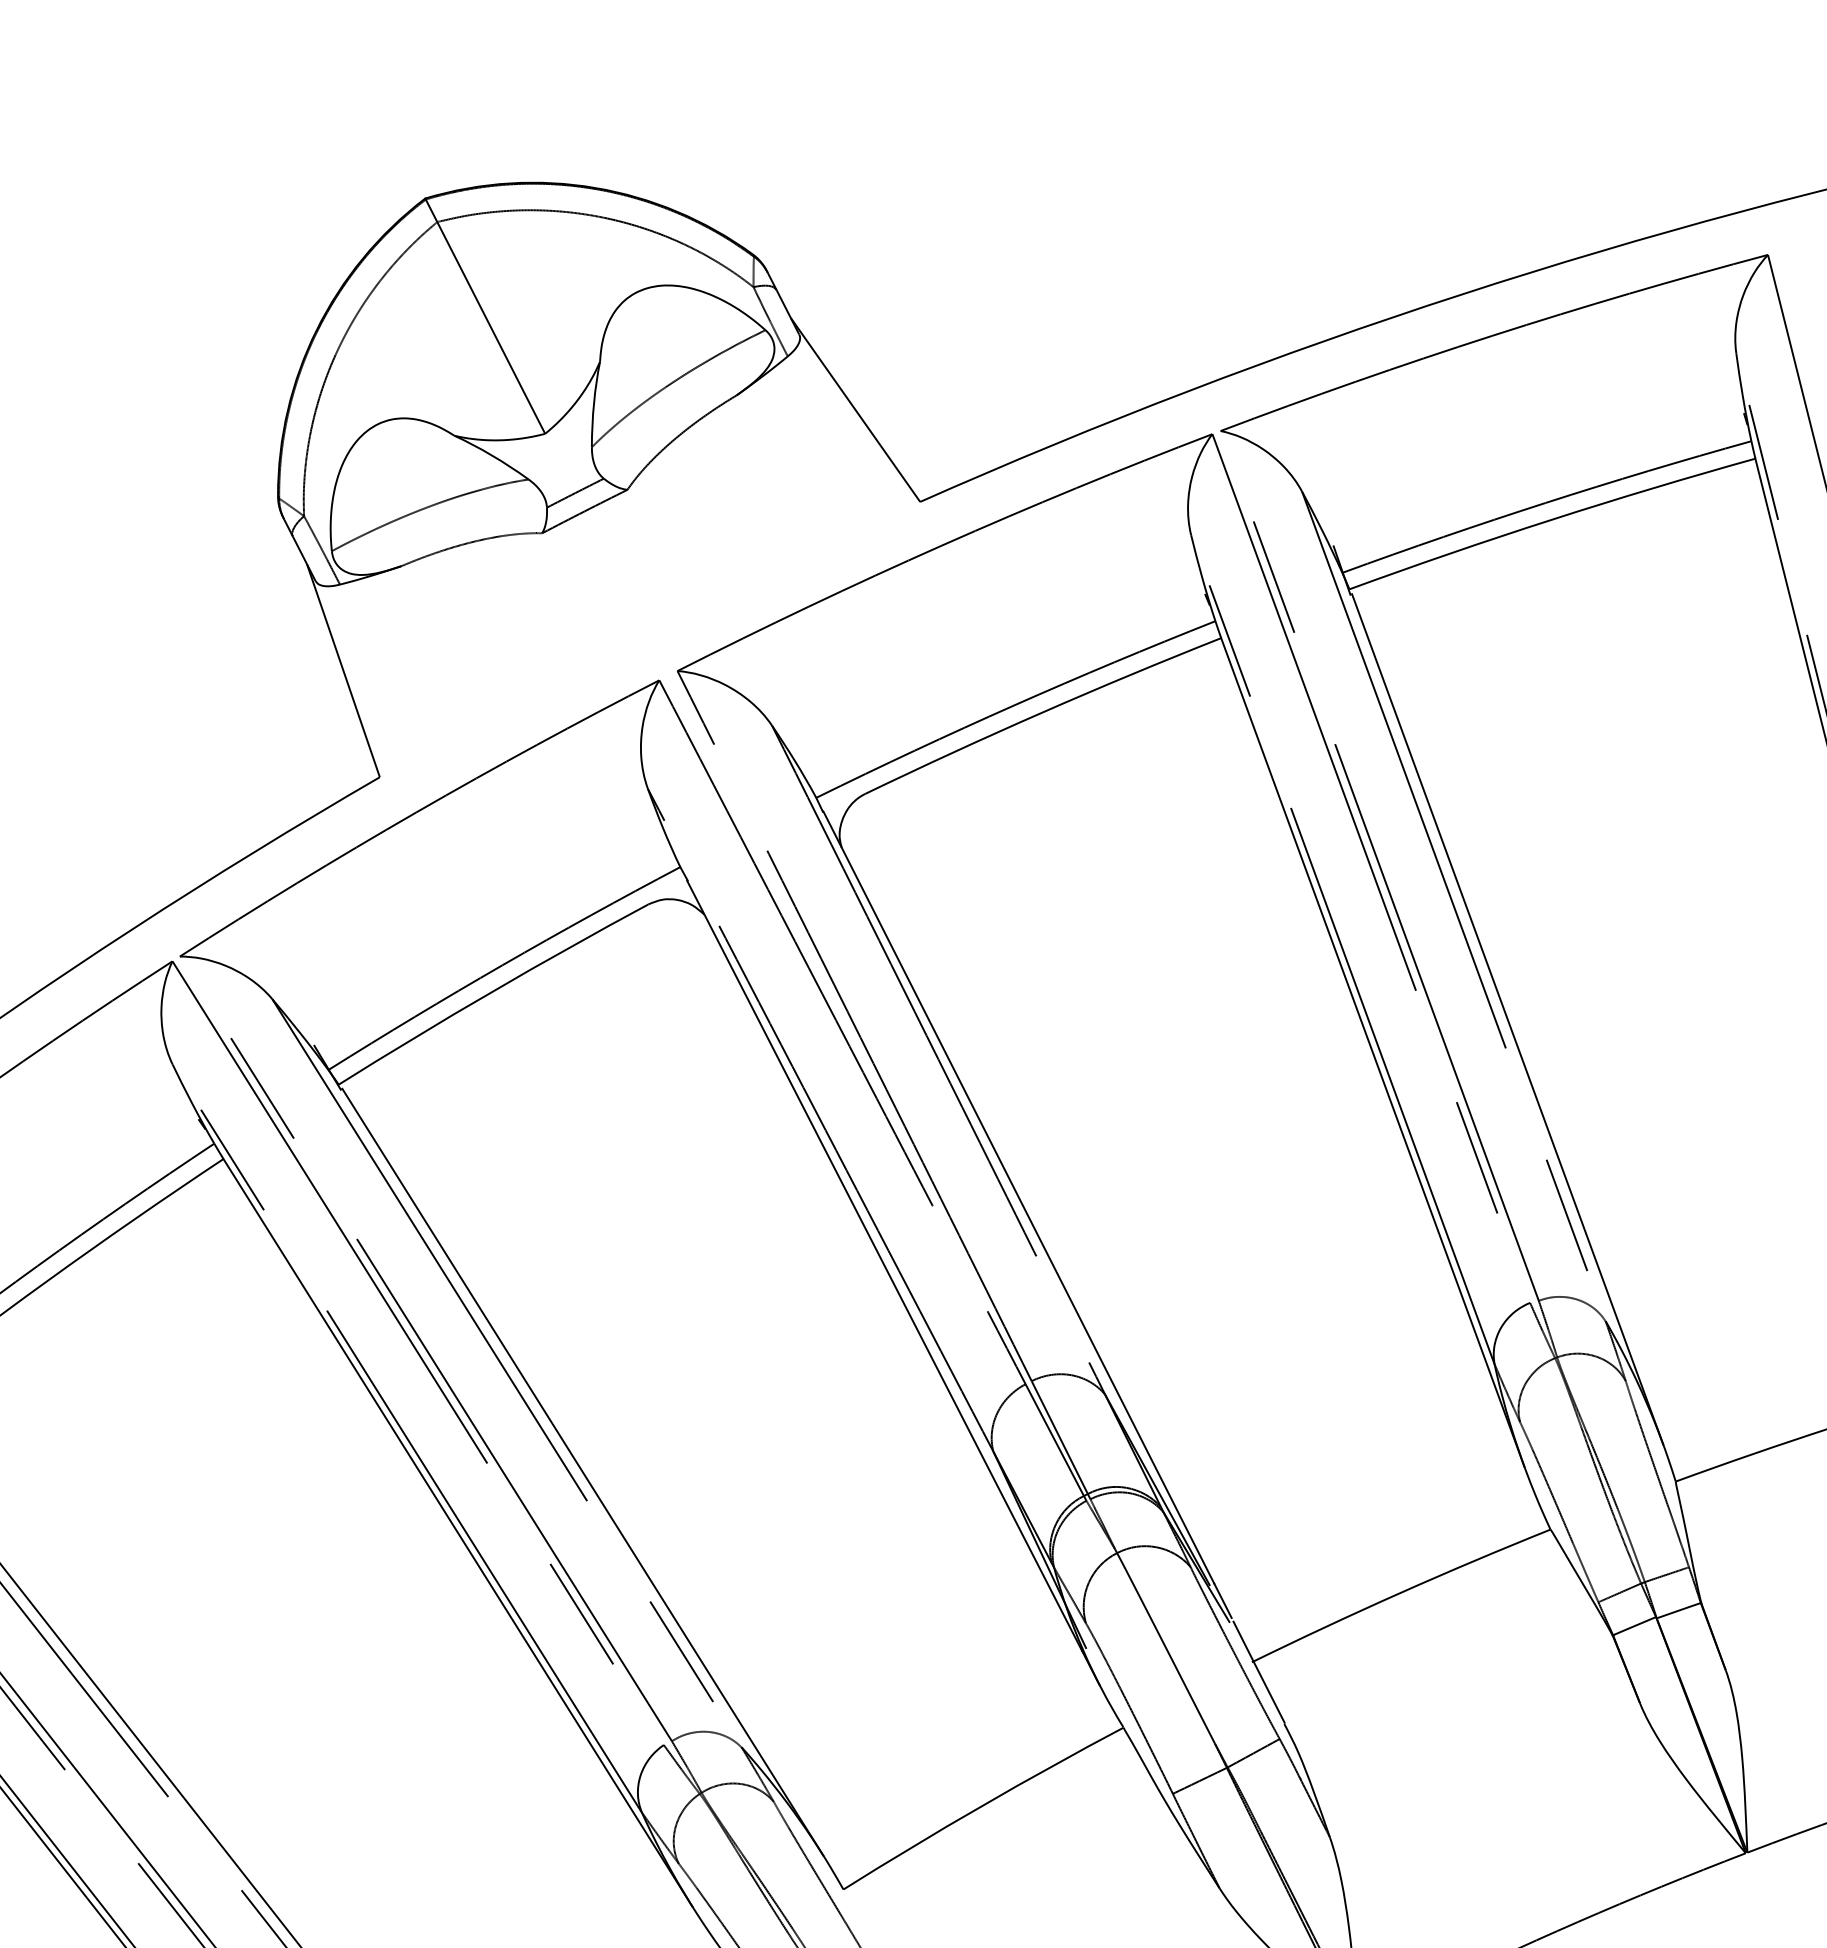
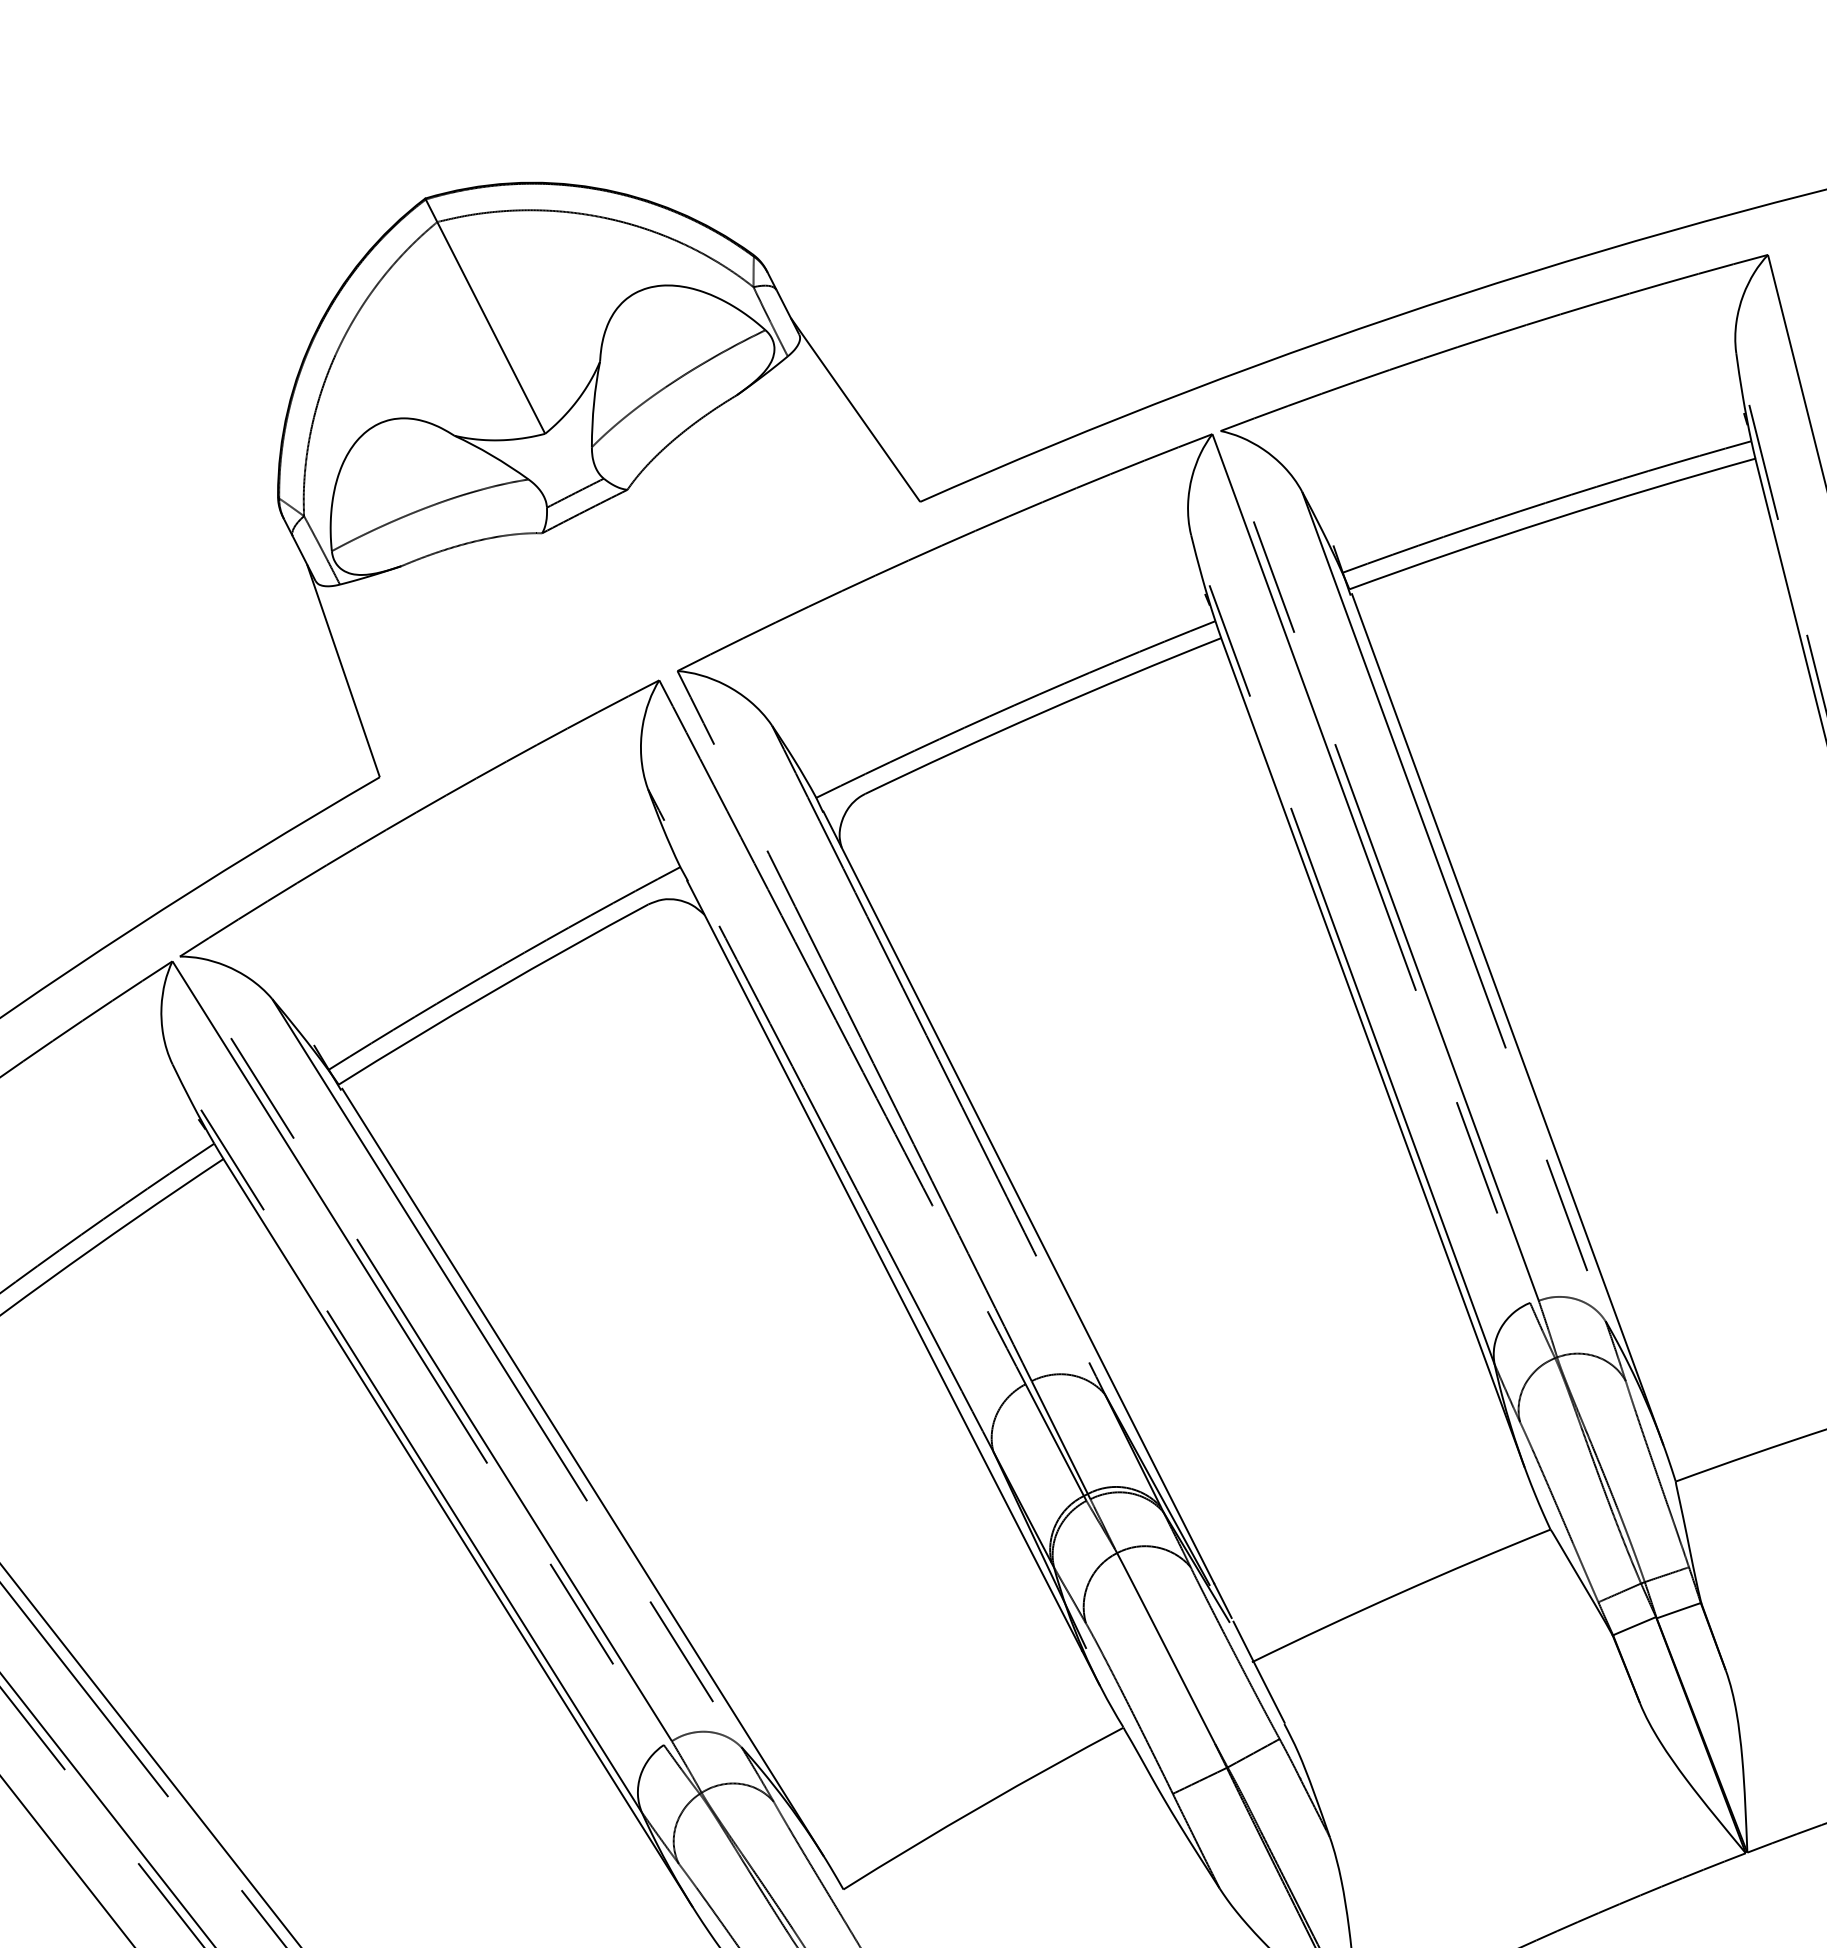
line at (62, 1867): present -> none
